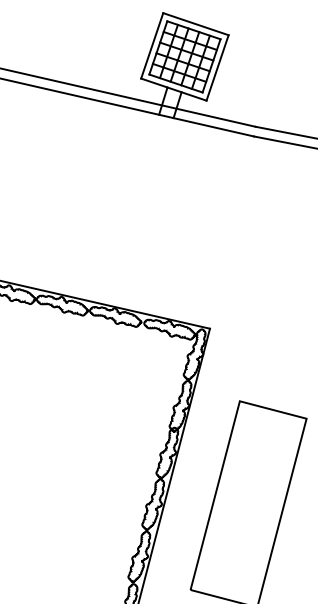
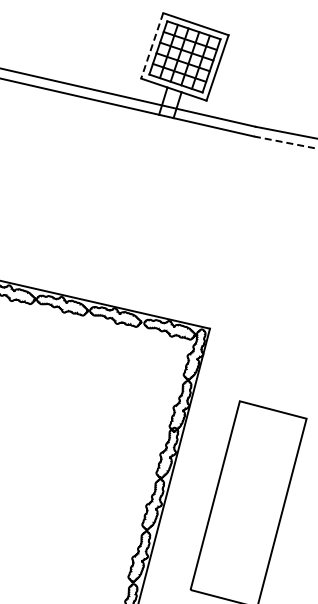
line at (152, 45): solid -> dashed
line at (286, 142): solid -> dashed
